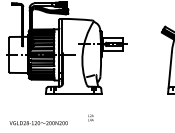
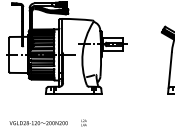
text at (90, 117) position: (90, 117) -> (83, 122)
